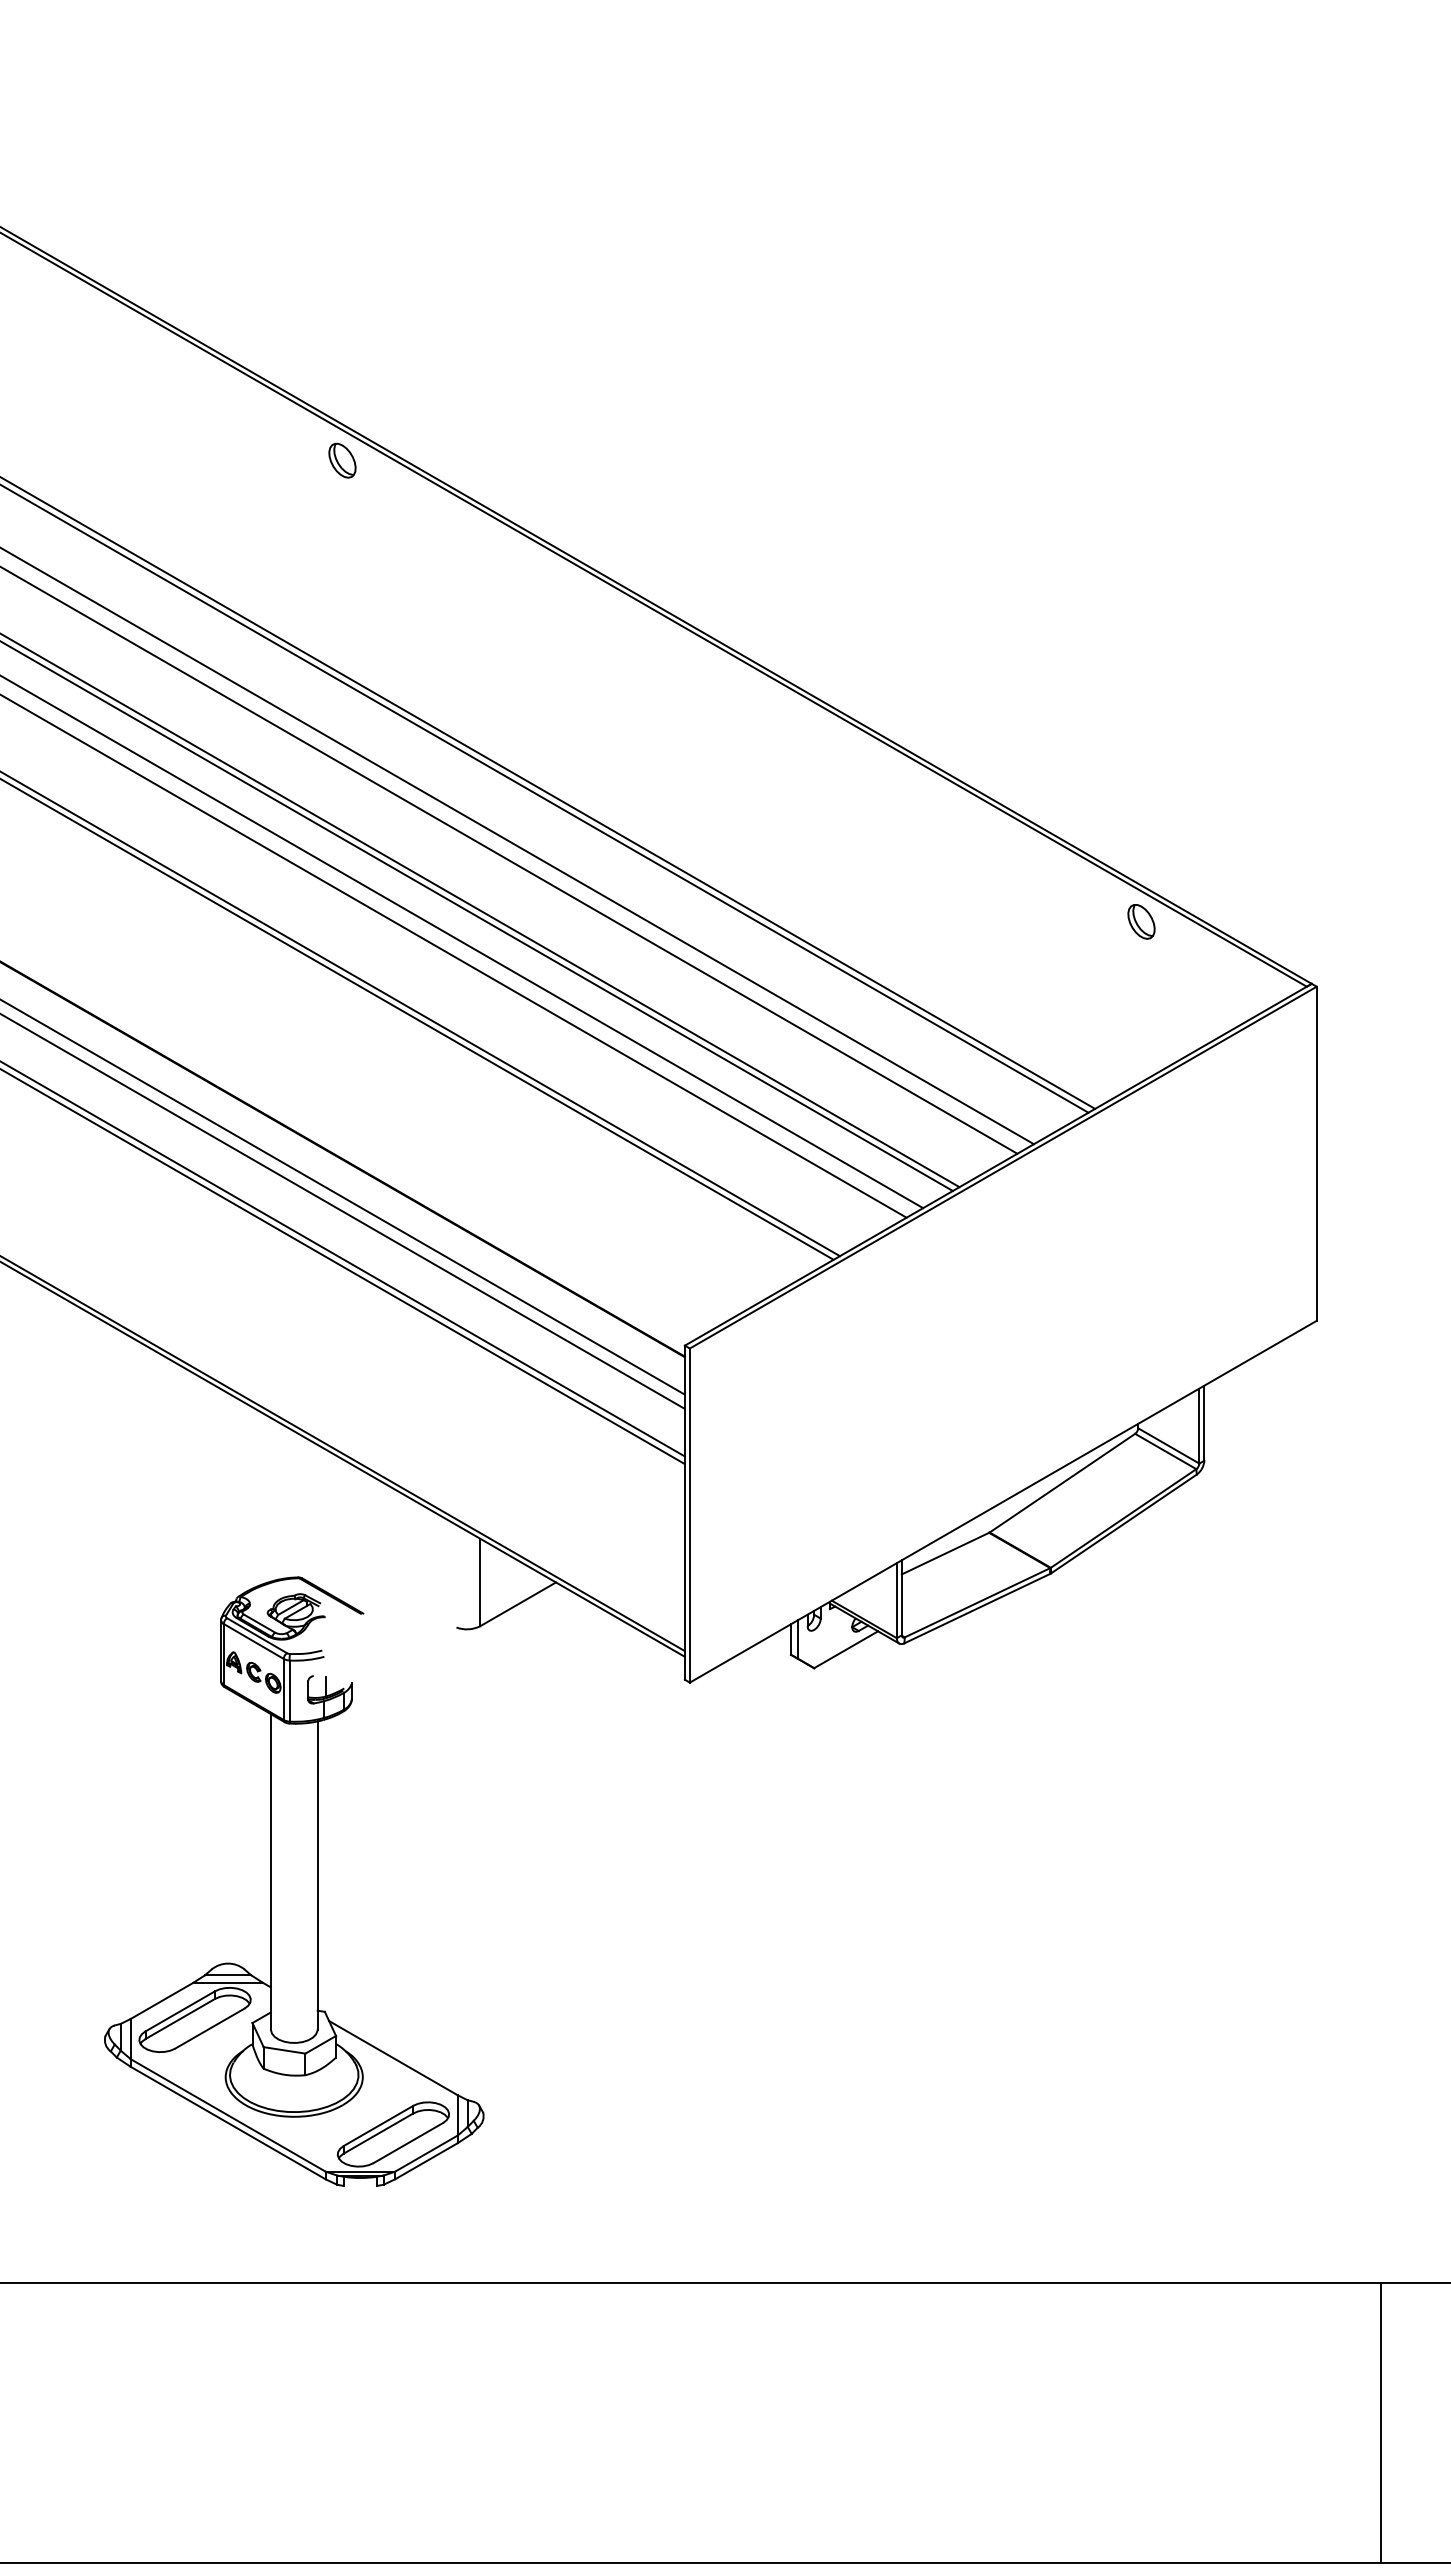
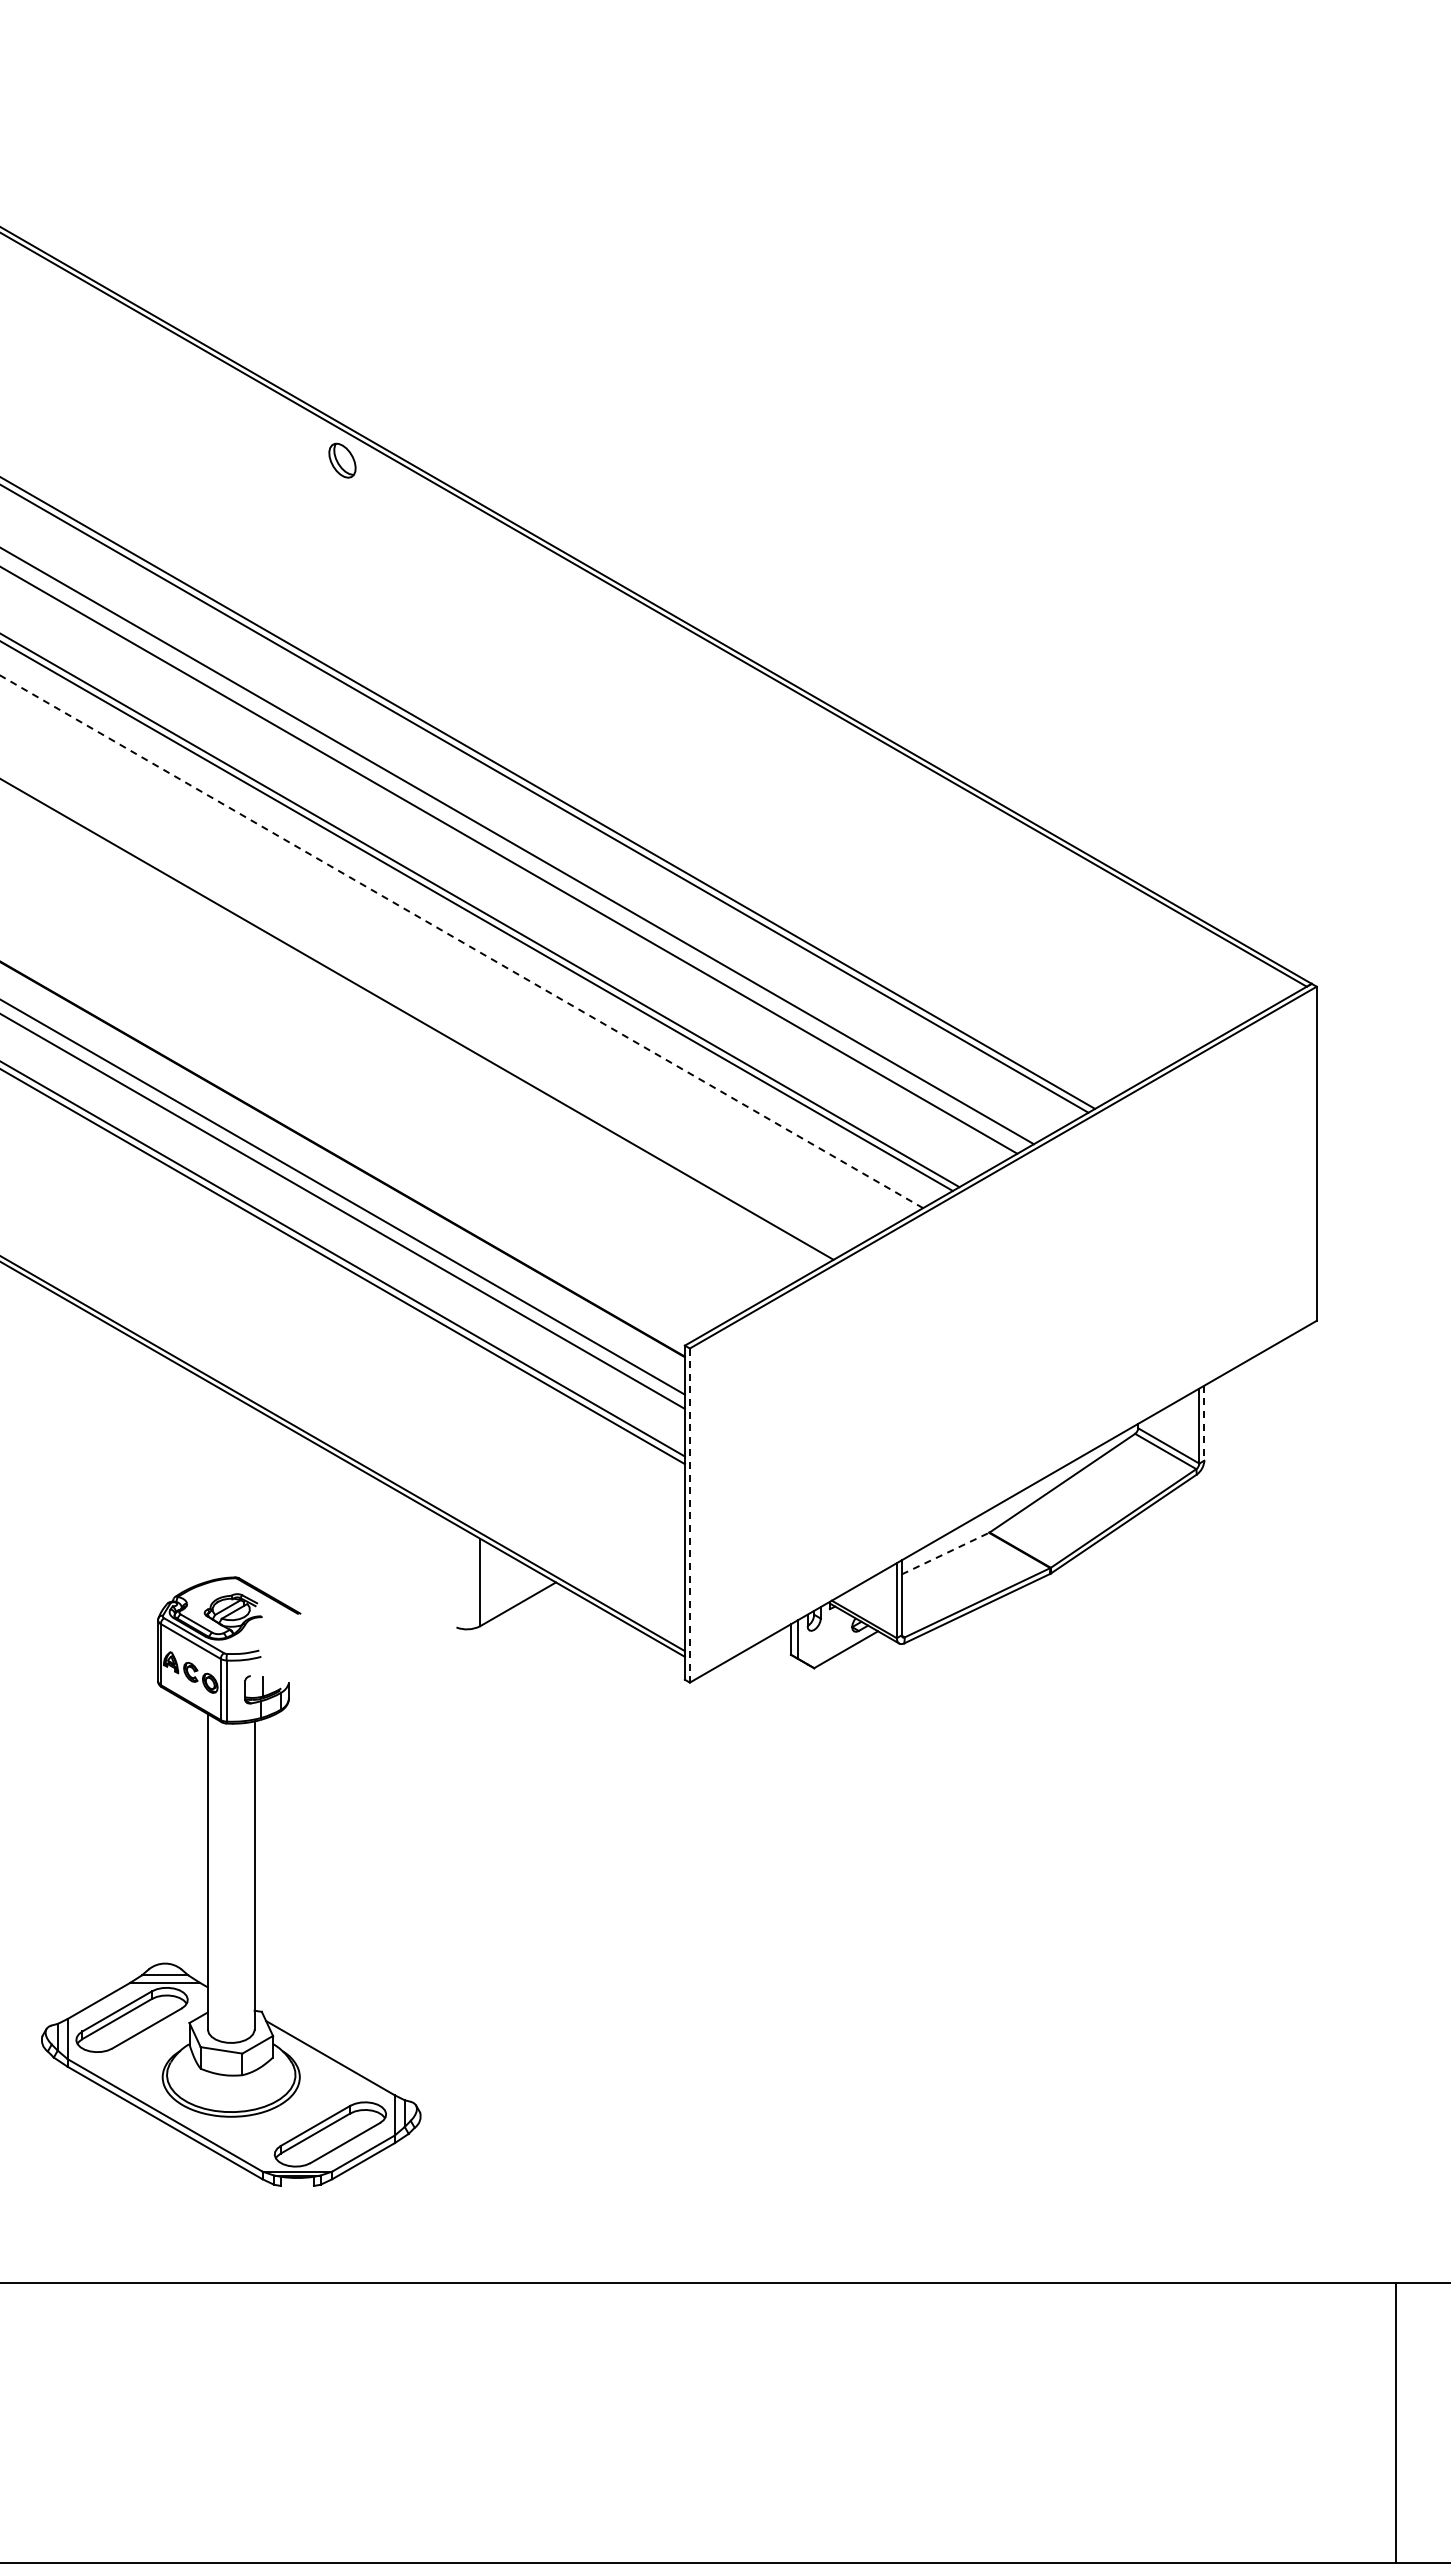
part at (1141, 921): present -> none
line at (461, 941): solid -> dashed
line at (454, 956): present -> none
line at (420, 1014): present -> none
line at (1204, 1423): solid -> dashed
line at (689, 1516): solid -> dashed
line at (945, 1553): solid -> dashed
part at (294, 1881) position: (294, 1881) -> (231, 1881)
line at (1380, 2422) position: (1380, 2422) -> (1395, 2422)
